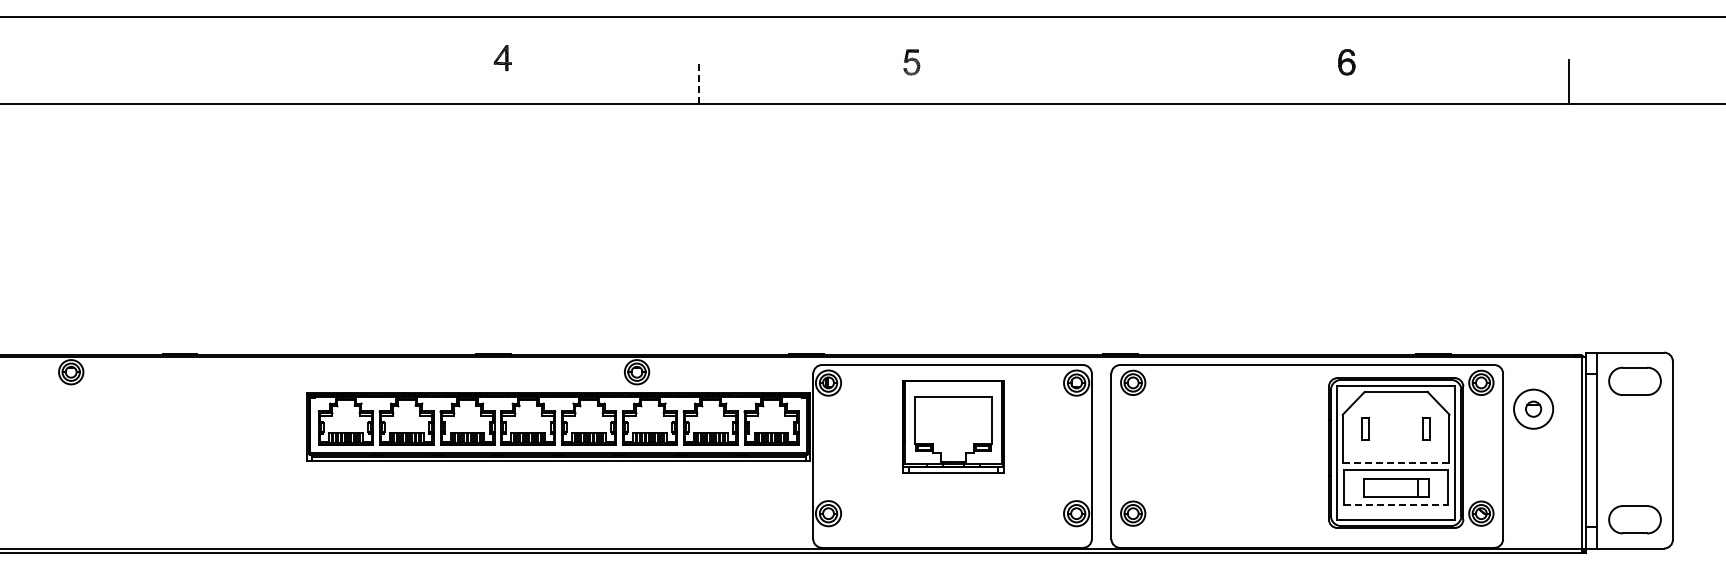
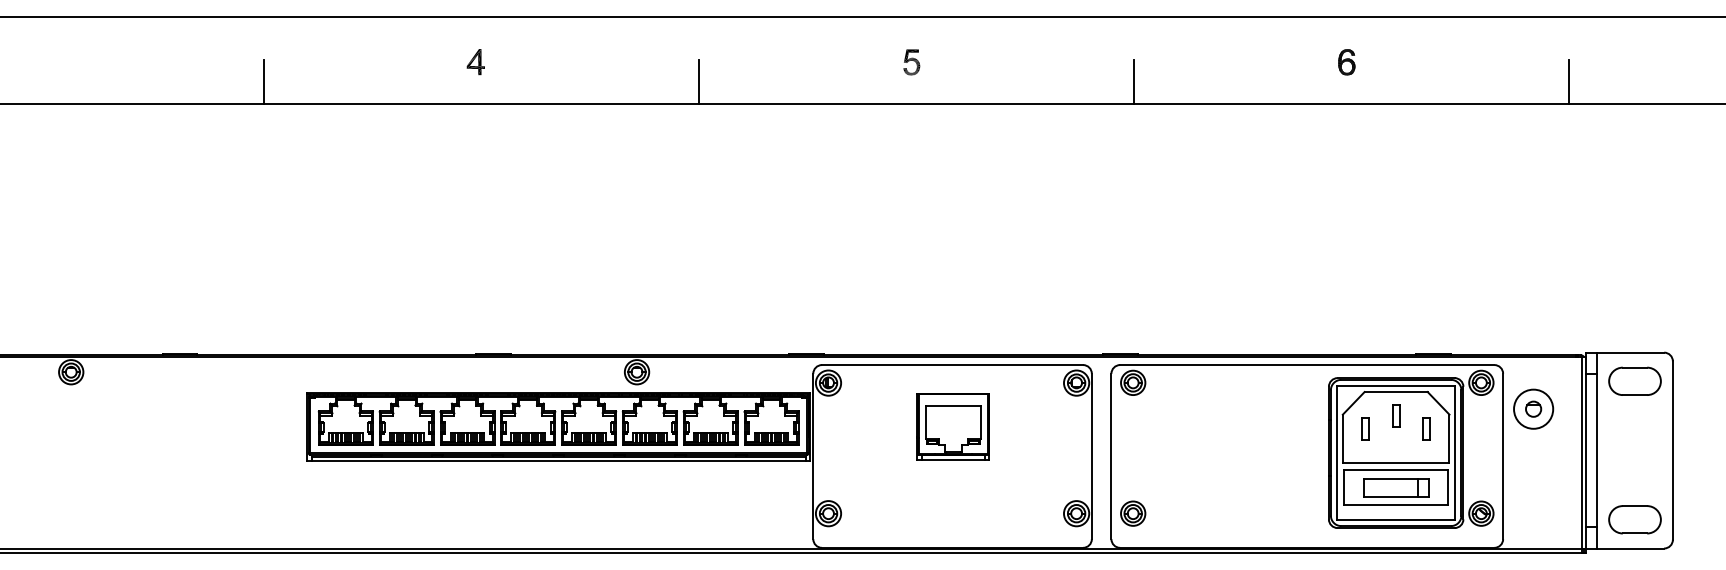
part at (502, 58) position: (502, 58) -> (475, 62)
line at (263, 81): none -> present
line at (1134, 81): none -> present
line at (698, 82): dashed -> solid
part at (1396, 415): none -> present
part at (953, 426) size: 103x94 px -> 74x68 px
line at (1396, 462): dashed -> solid
line at (1396, 505): dashed -> solid
